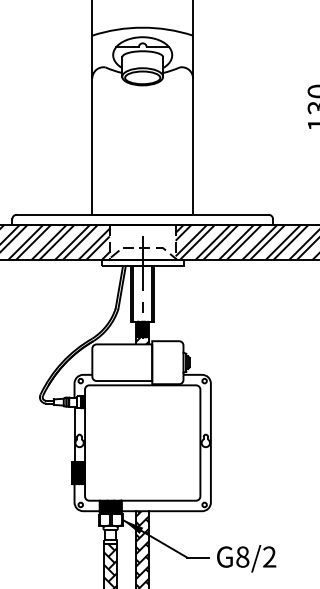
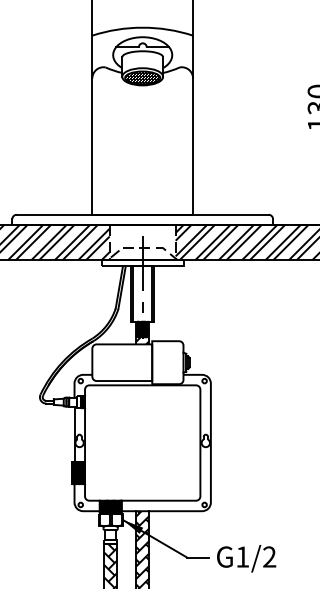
hatch at (142, 77): none -> present
text at (242, 556): G8/2 -> G1/2
